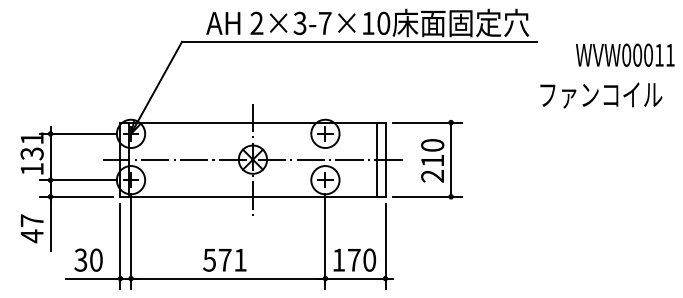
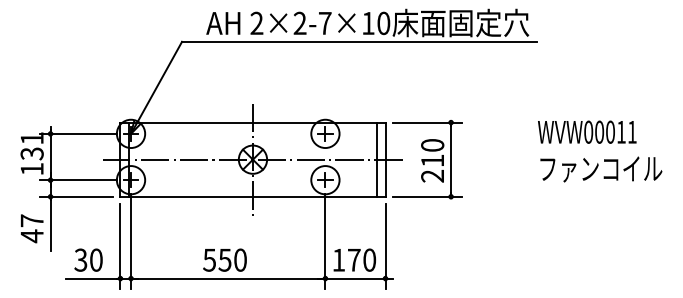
text at (299, 23): 2×3-7×10 -> 2×2-7×10
text at (625, 54) position: (625, 54) -> (587, 131)
text at (601, 95) position: (601, 95) -> (601, 169)
text at (232, 259): 571 -> 550
